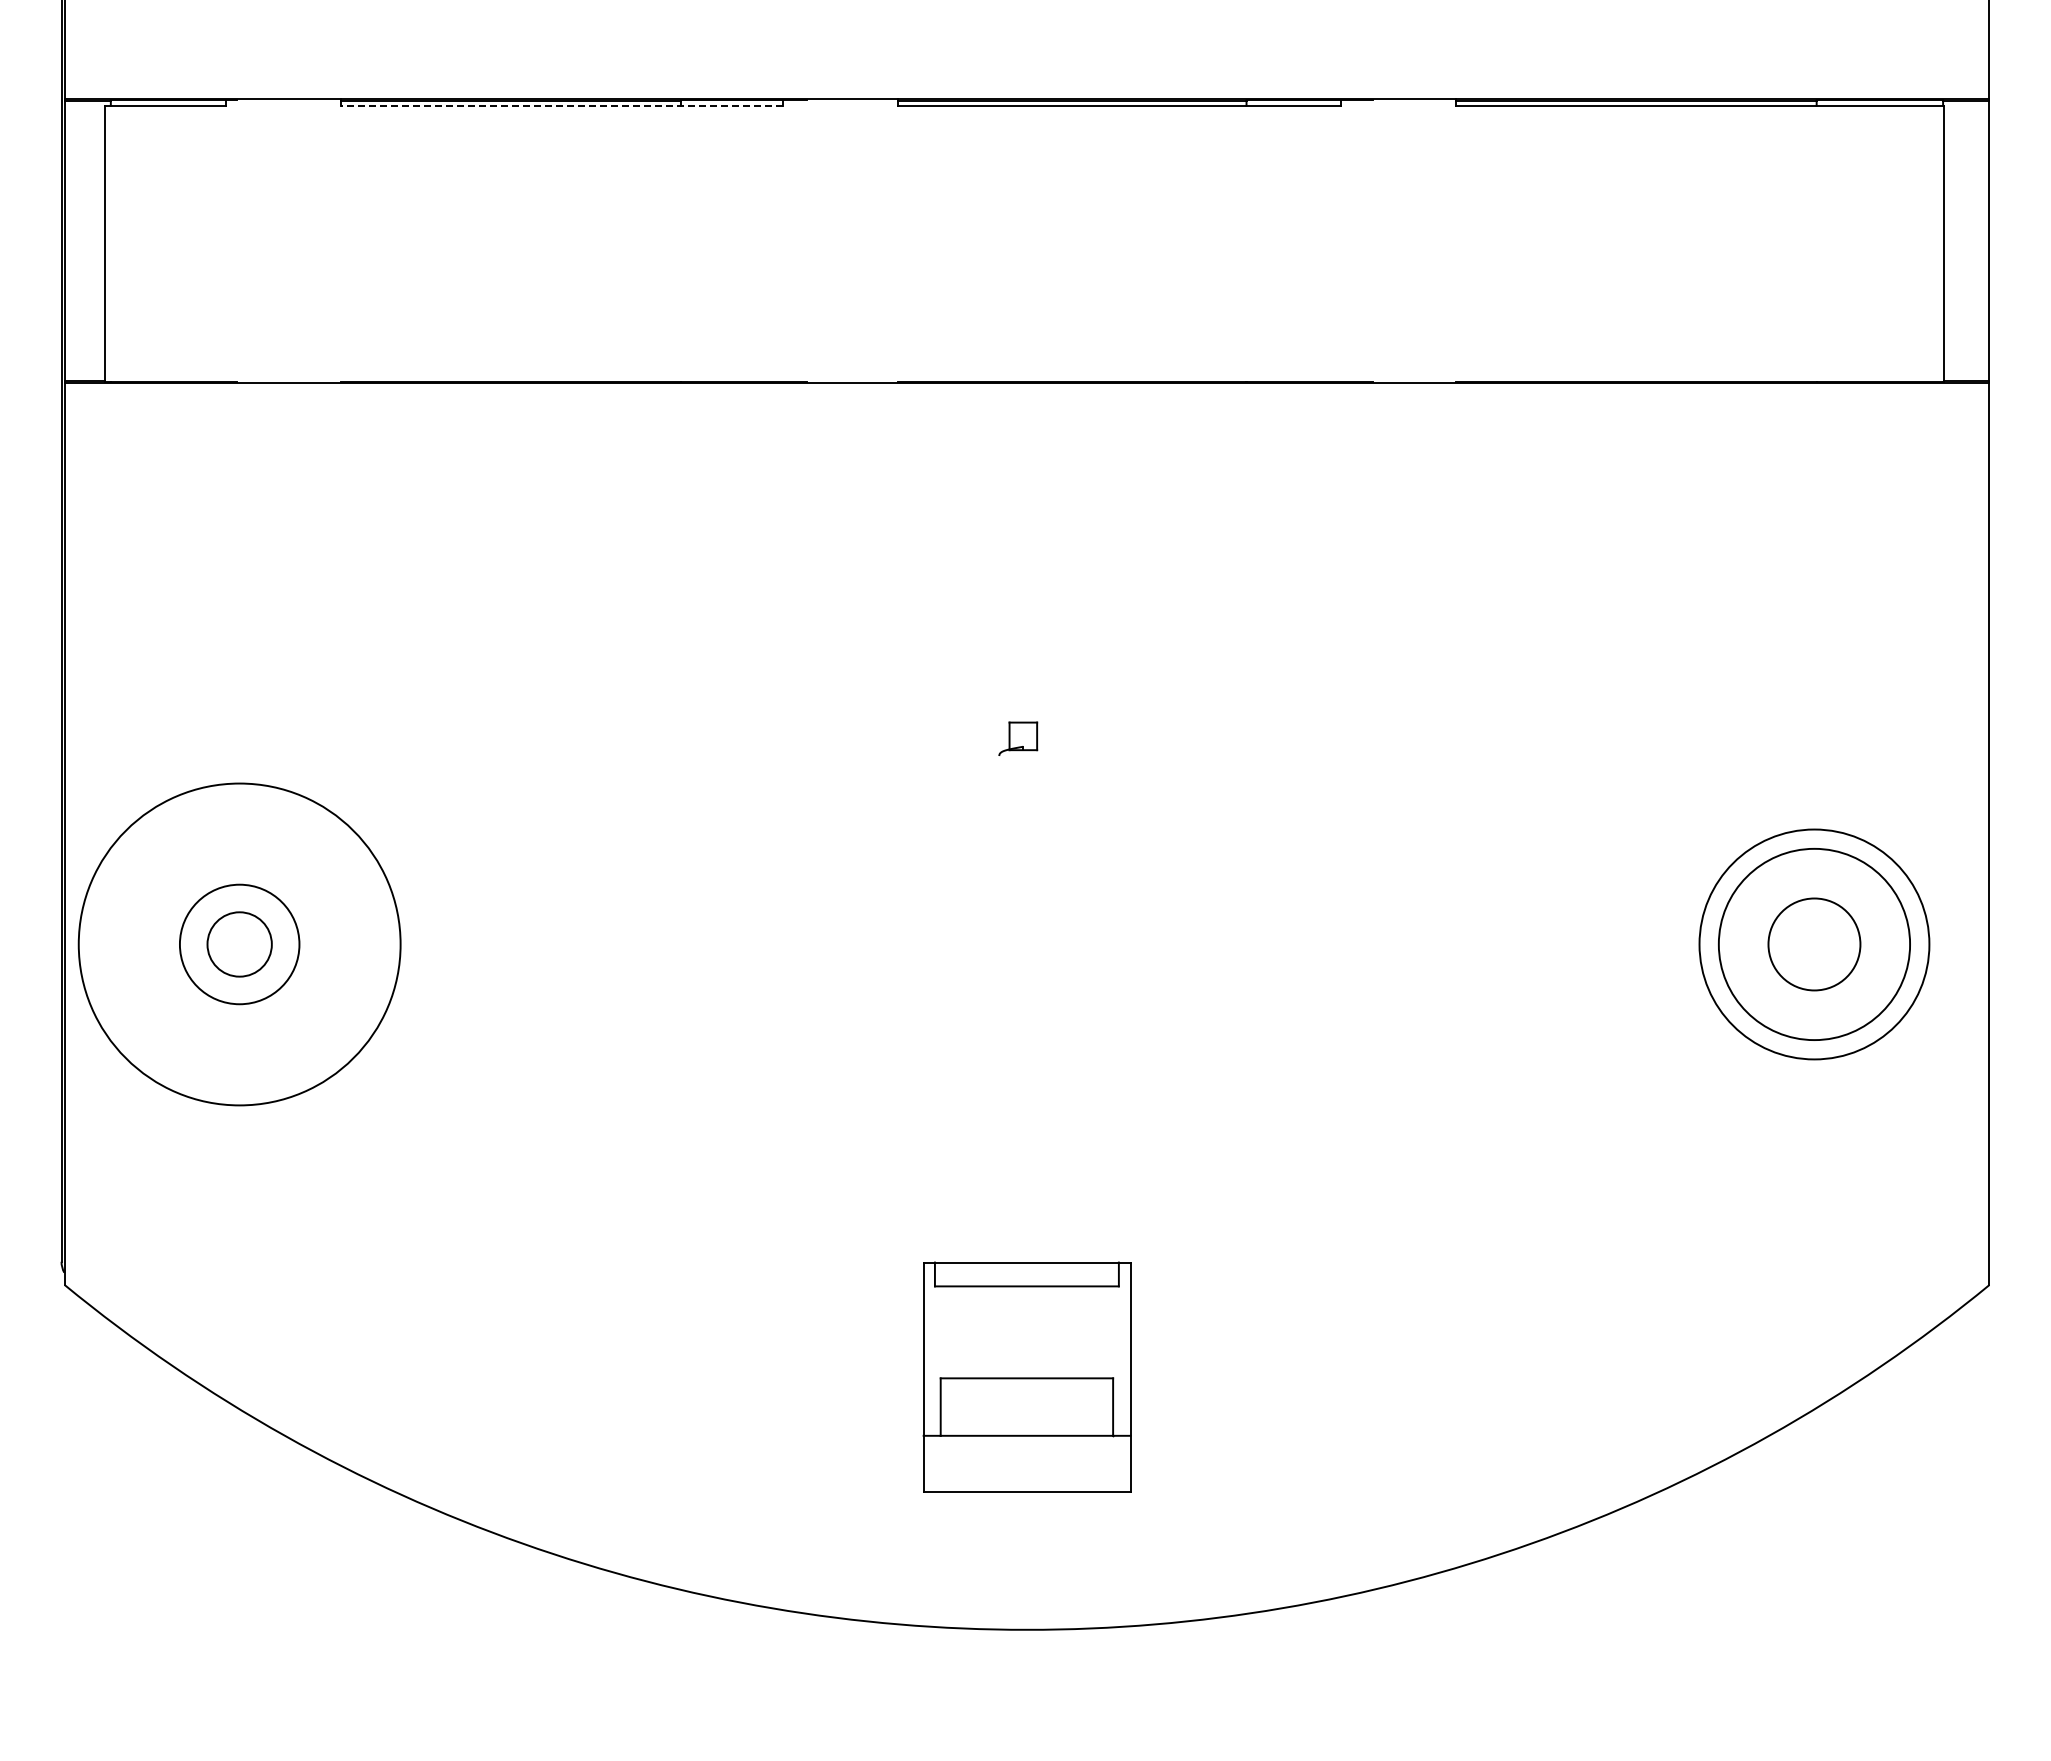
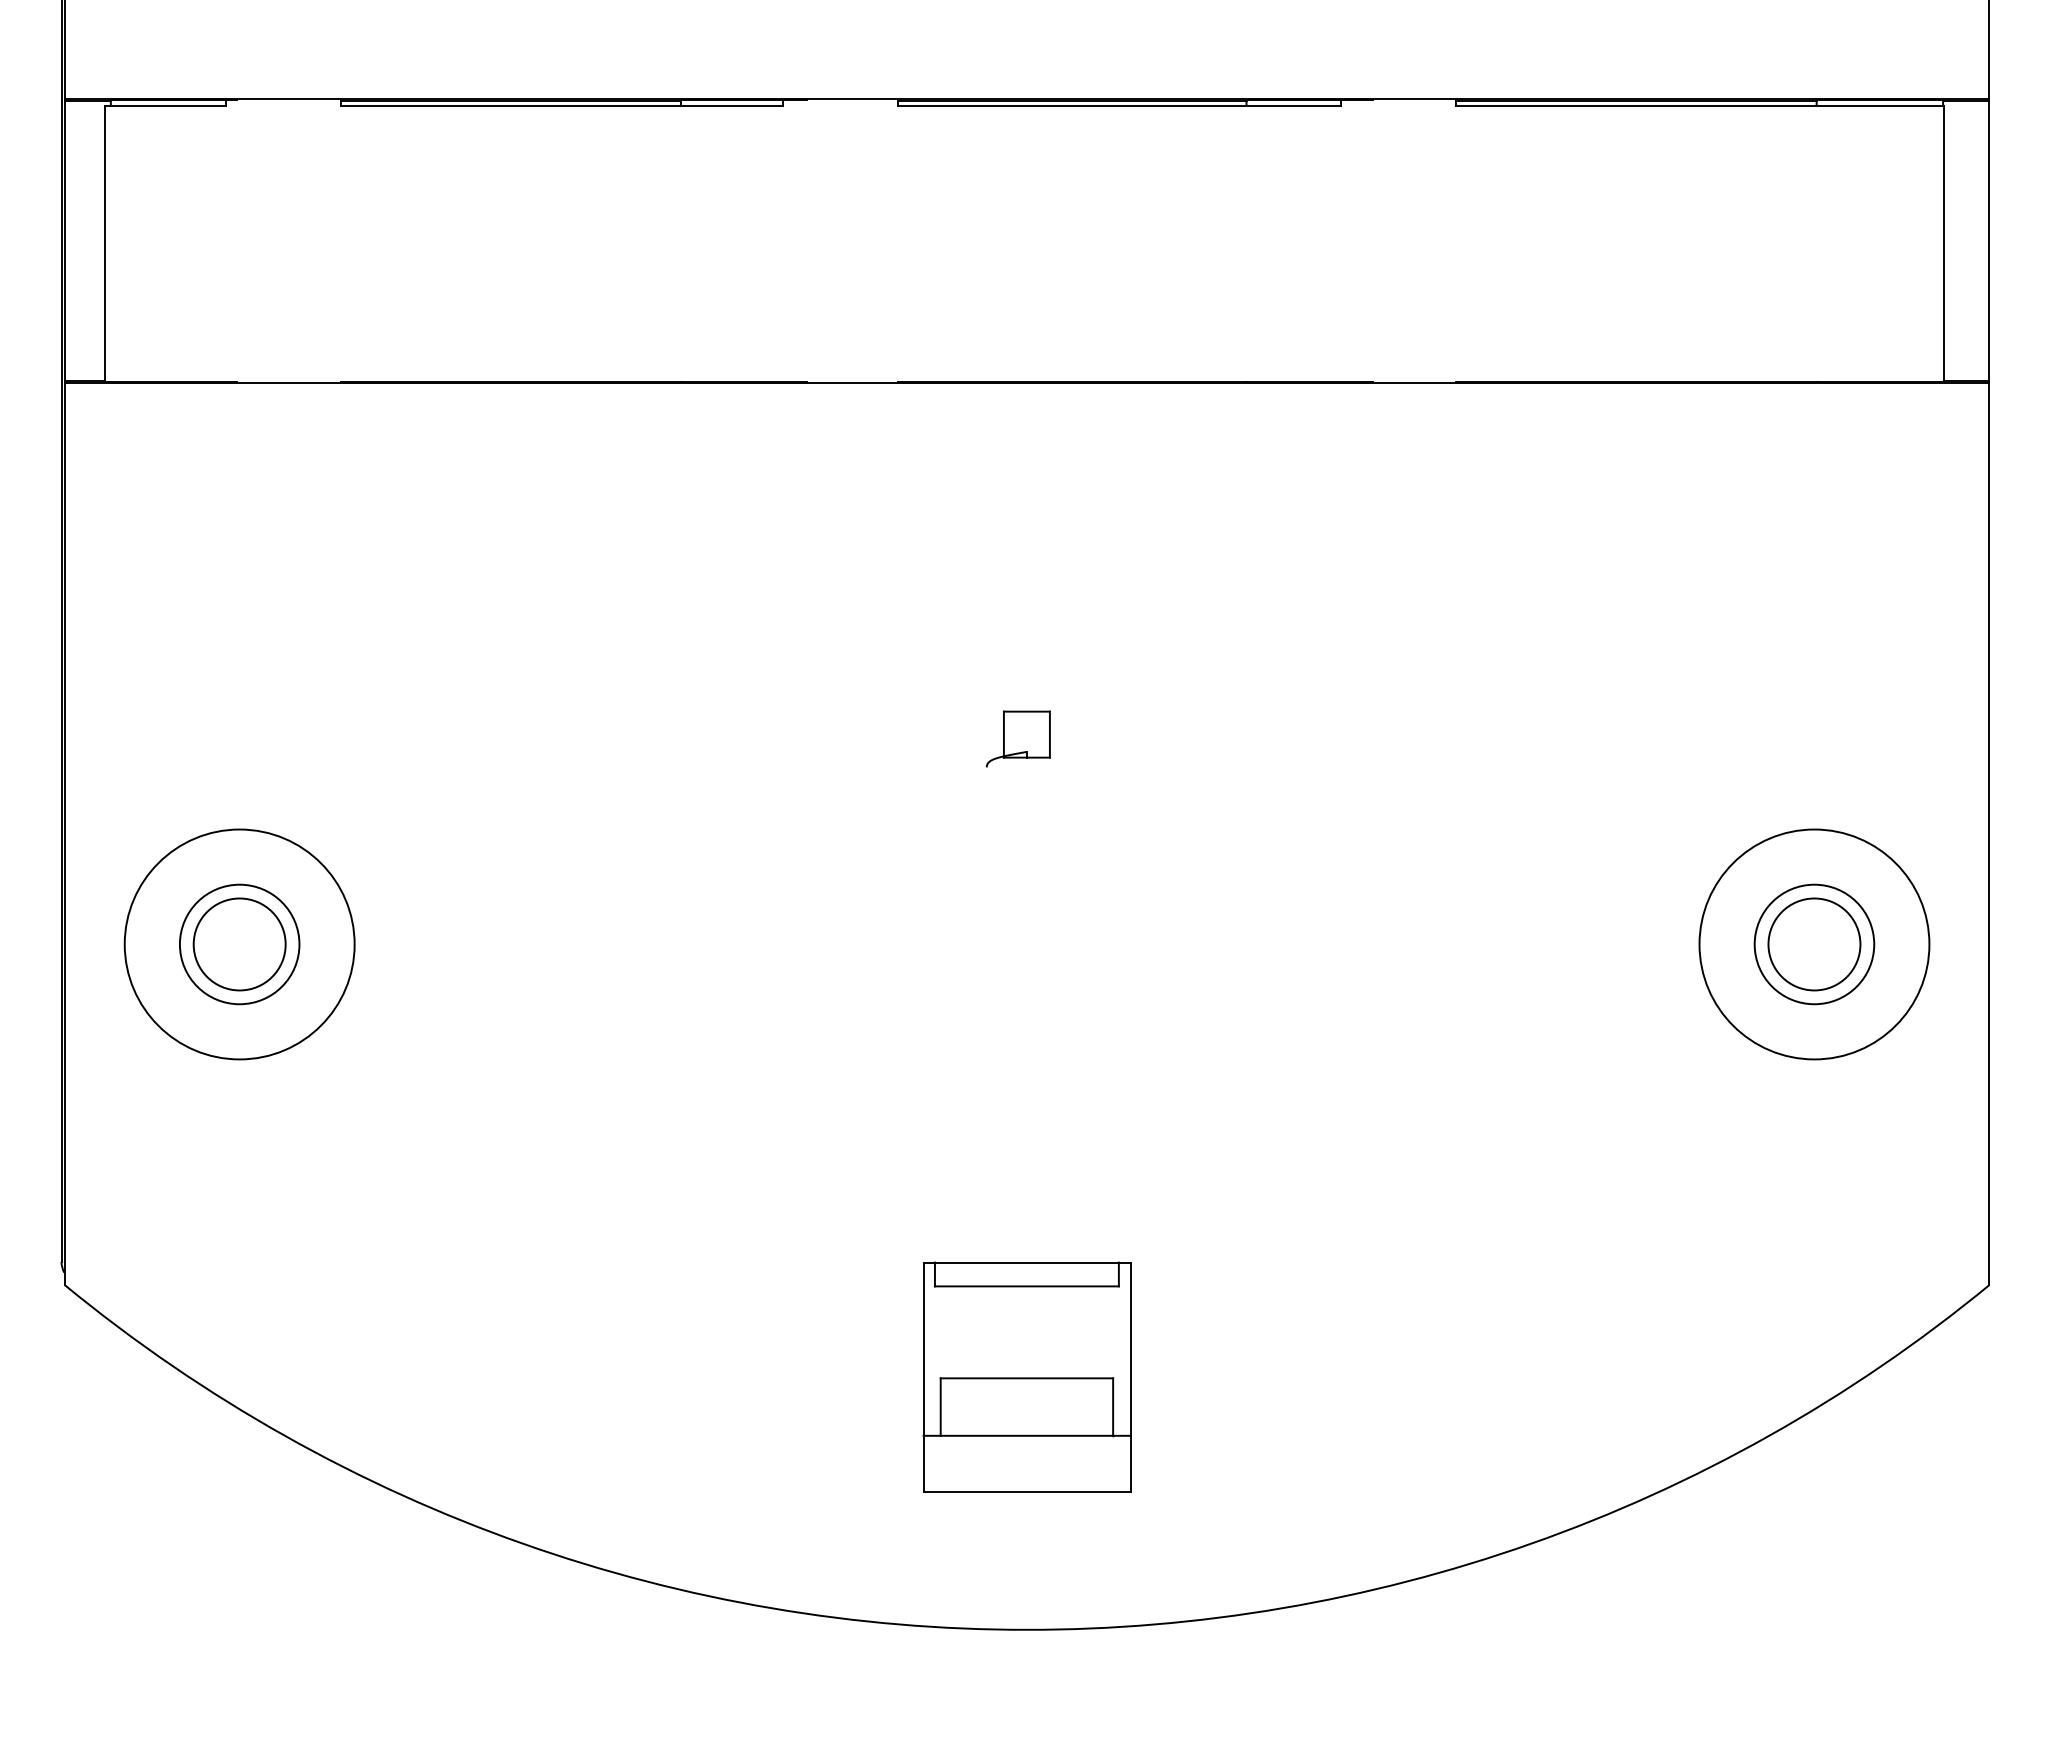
line at (561, 105): dashed -> solid
part at (1018, 738) size: 41x35 px -> 66x58 px
circle at (239, 944) diameter: 322 px -> 230 px
circle at (239, 944) diameter: 64 px -> 92 px
circle at (1814, 944) diameter: 191 px -> 120 px
